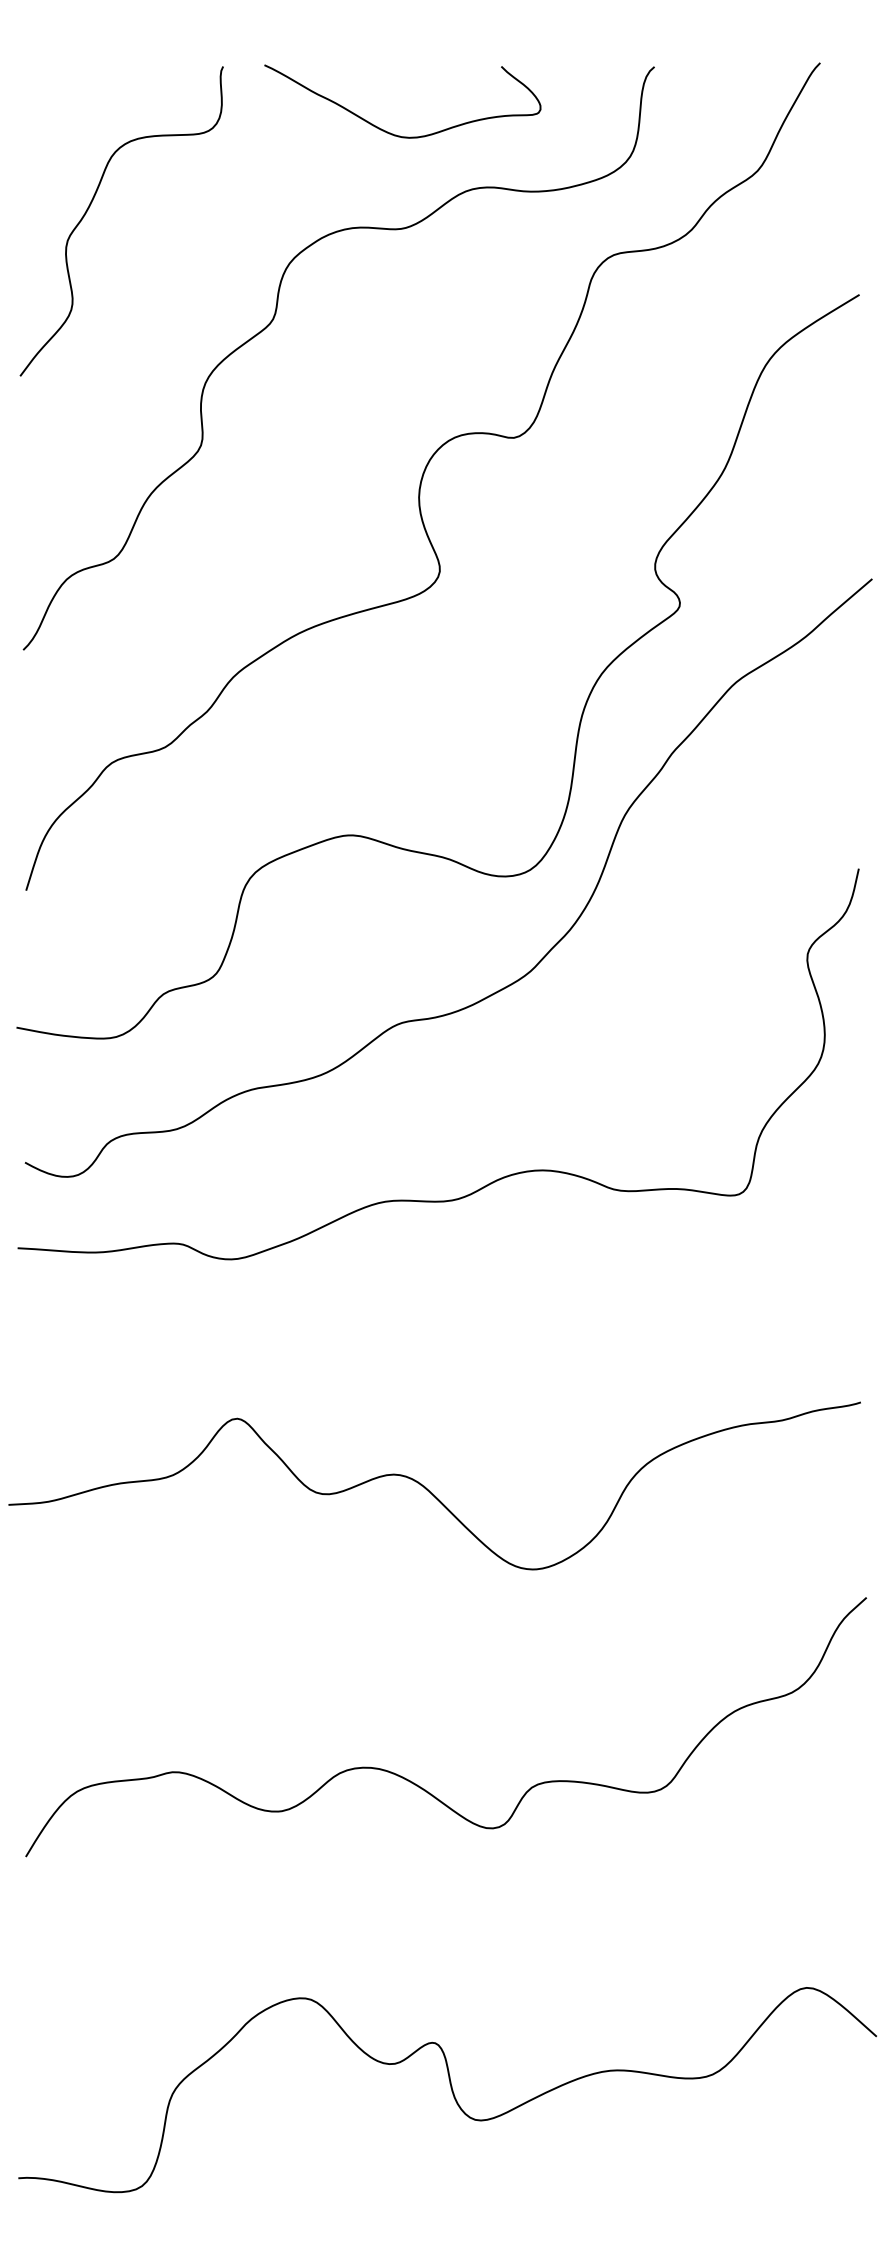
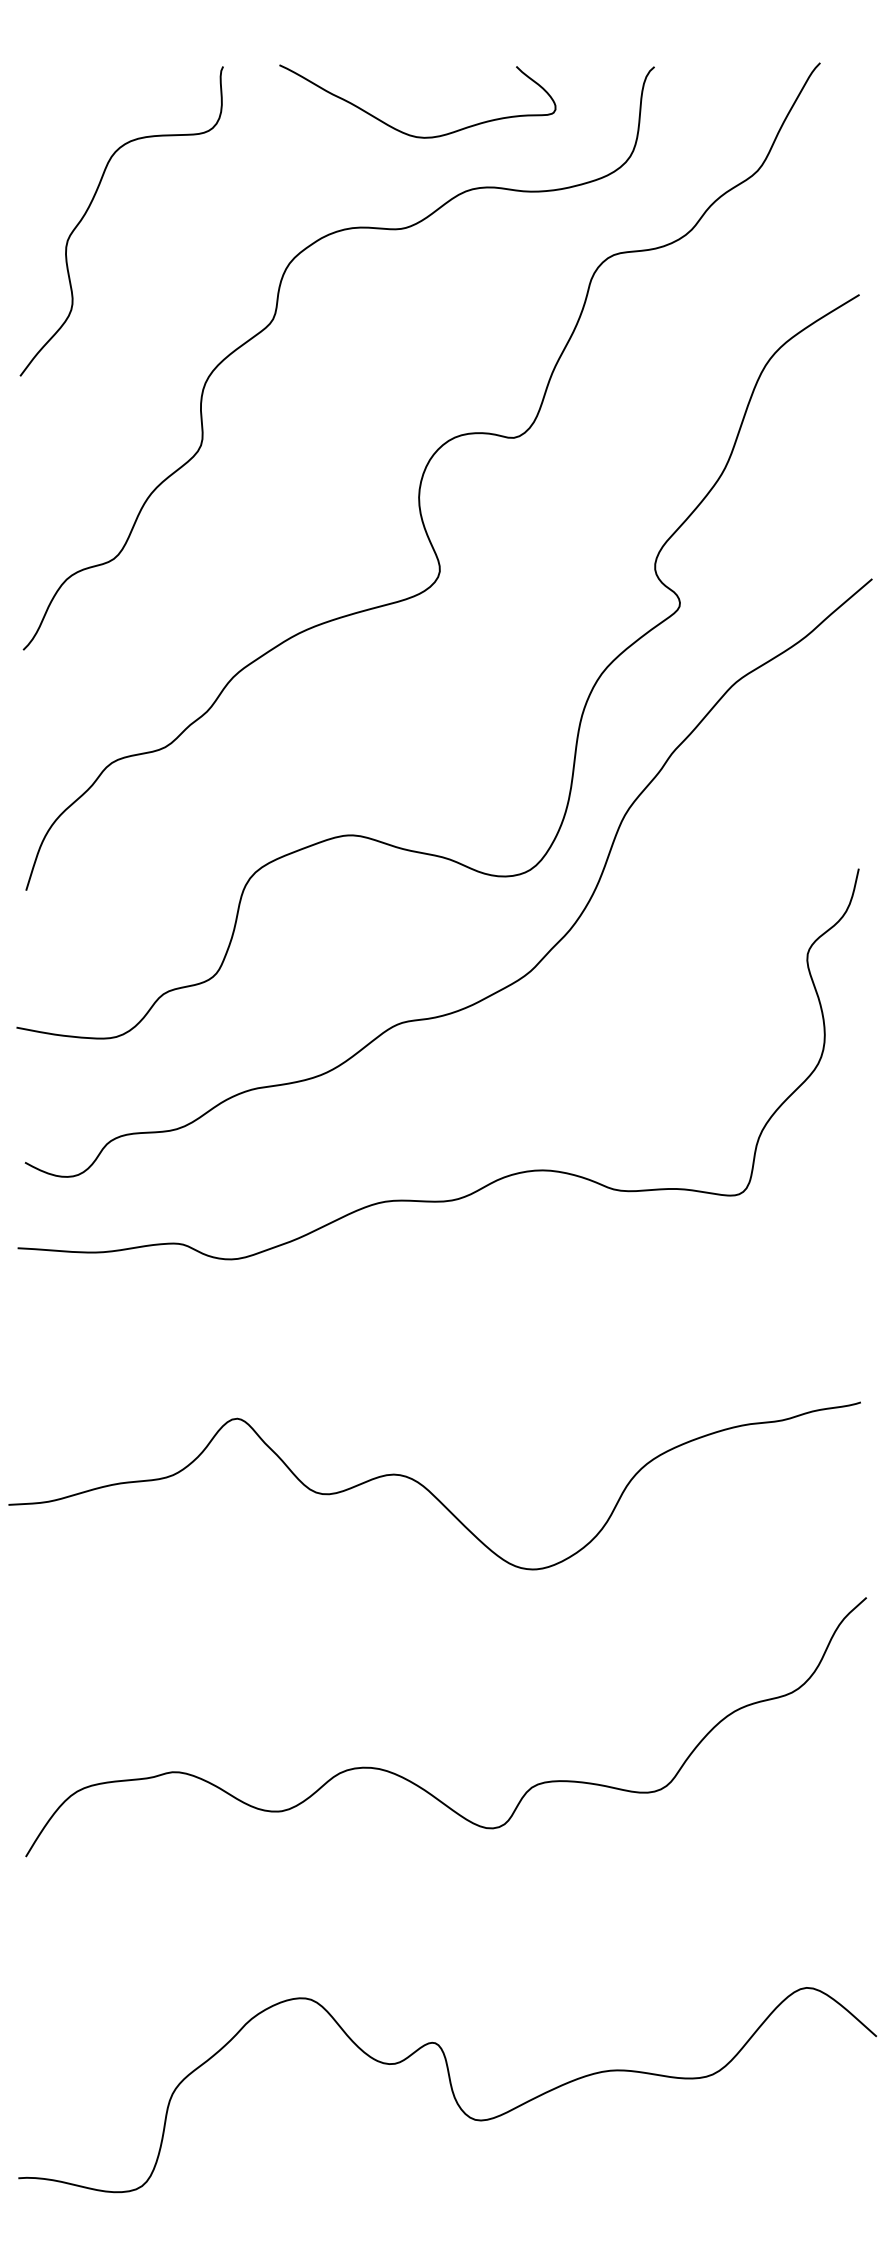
curve at (390, 132) position: (390, 132) -> (405, 132)
